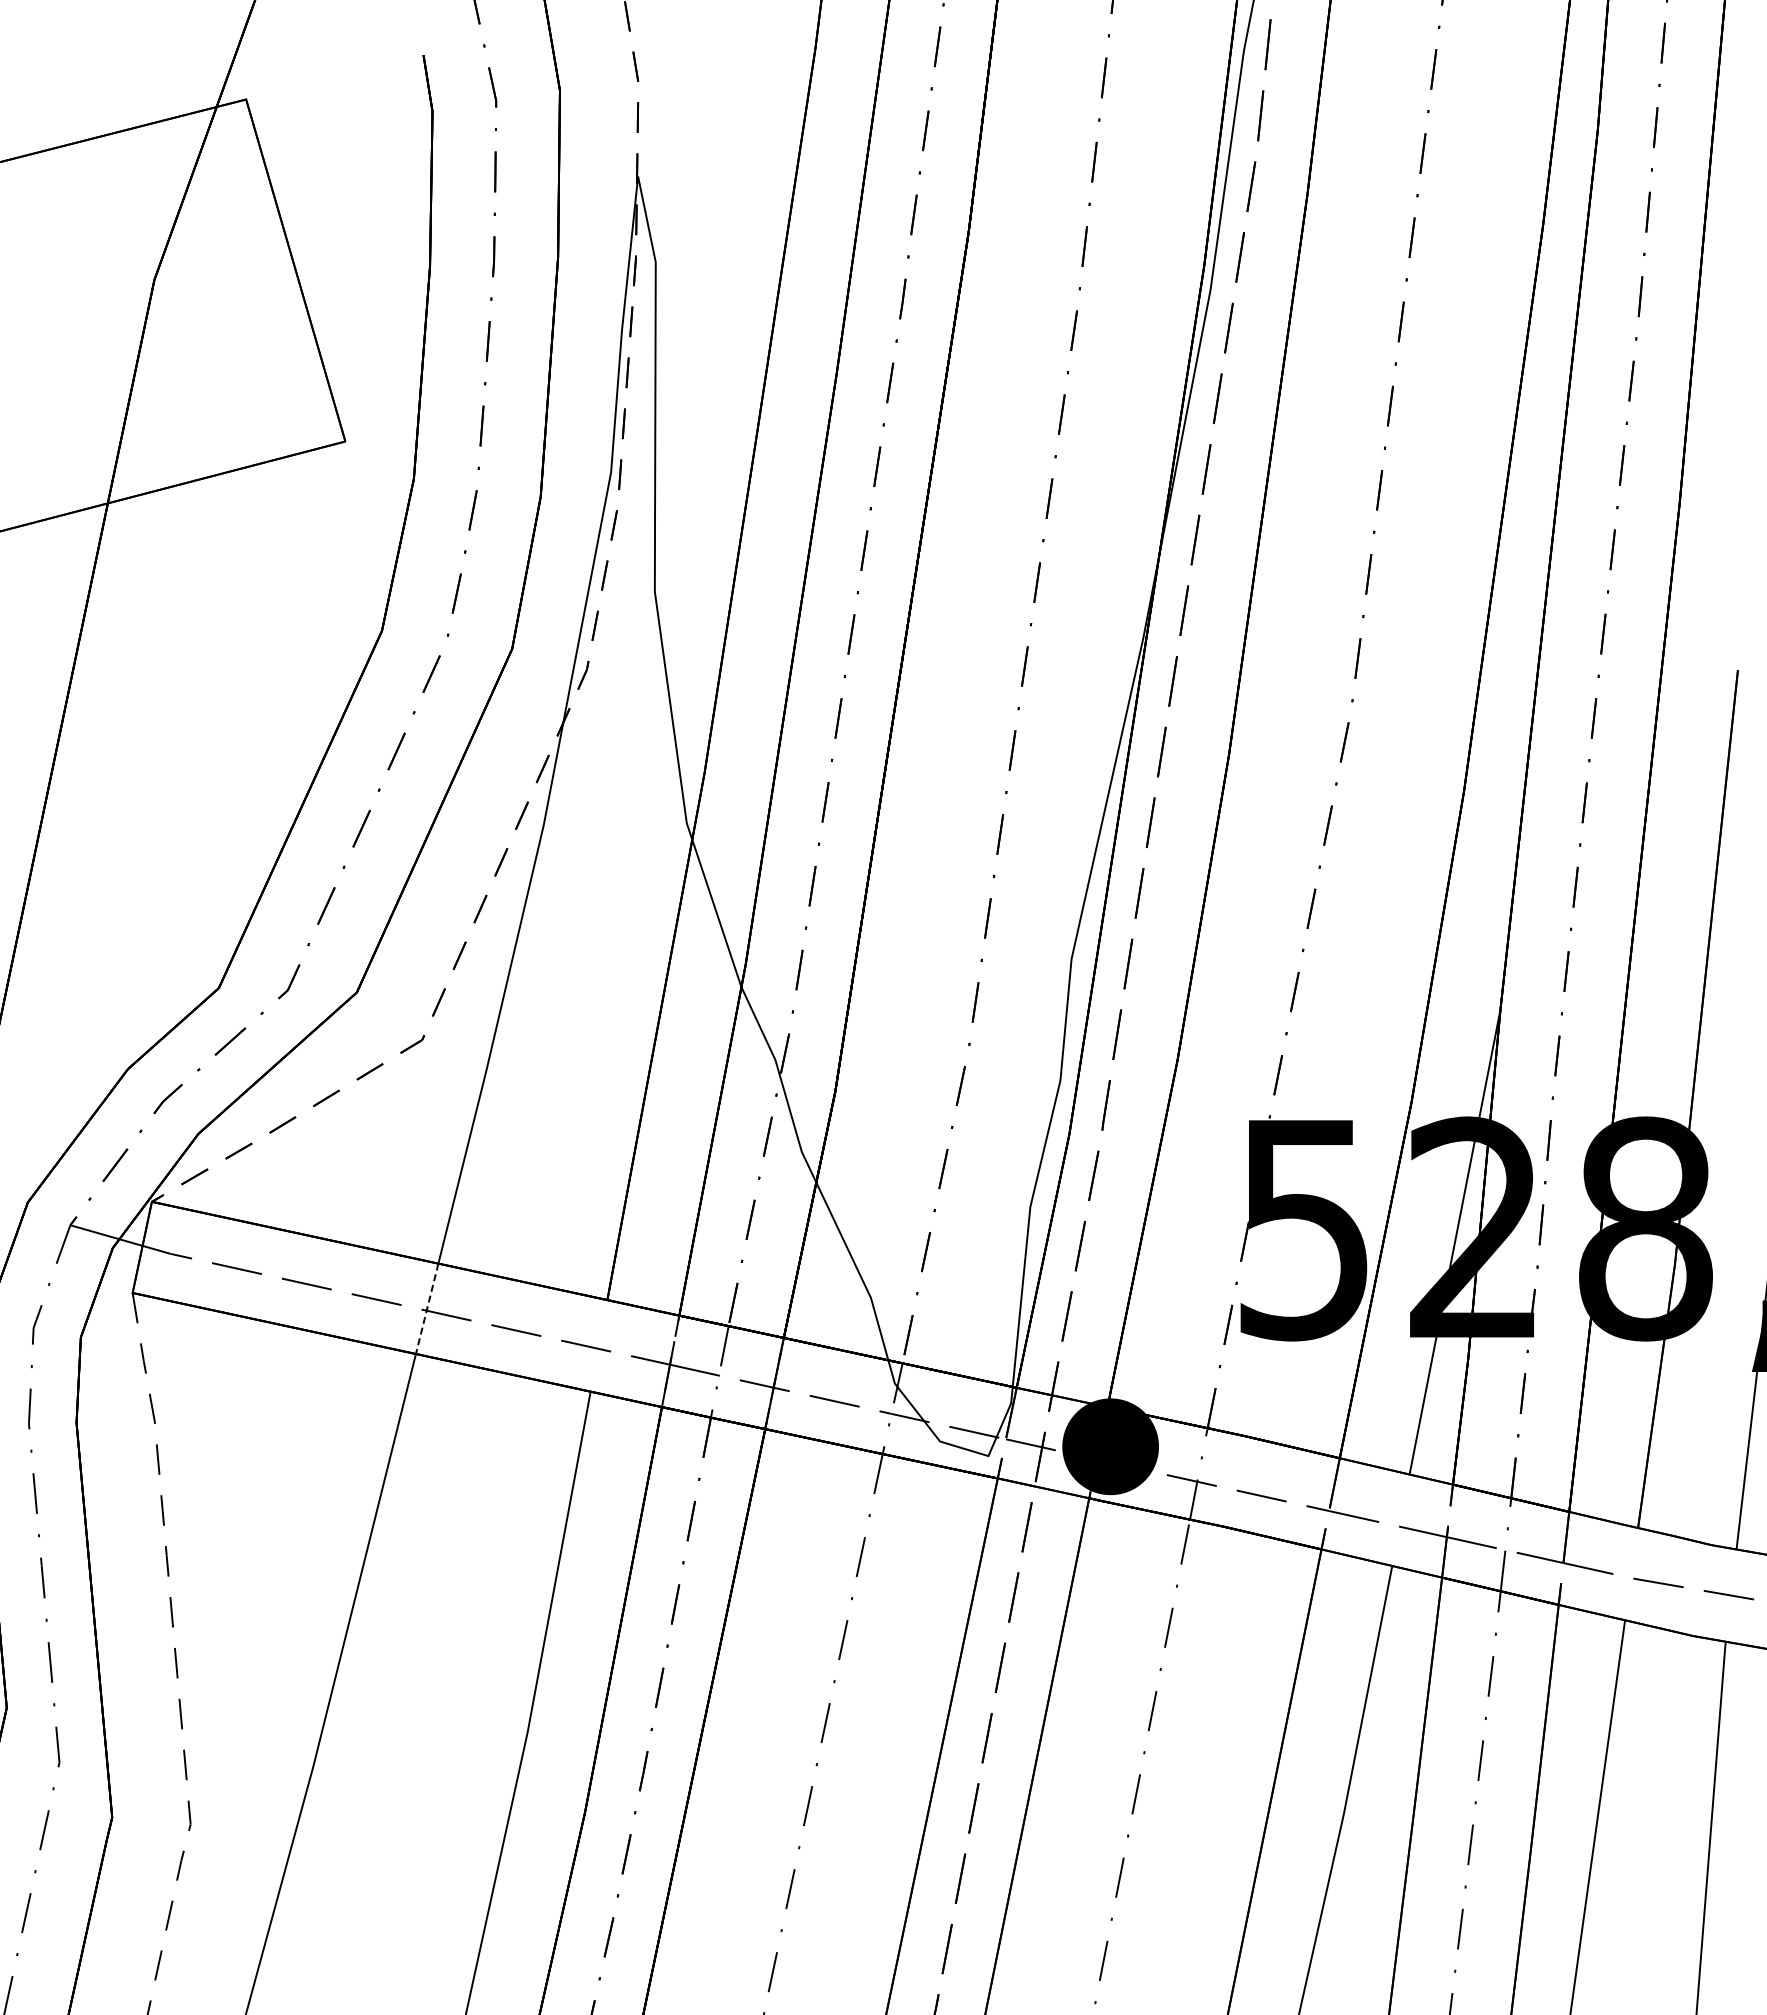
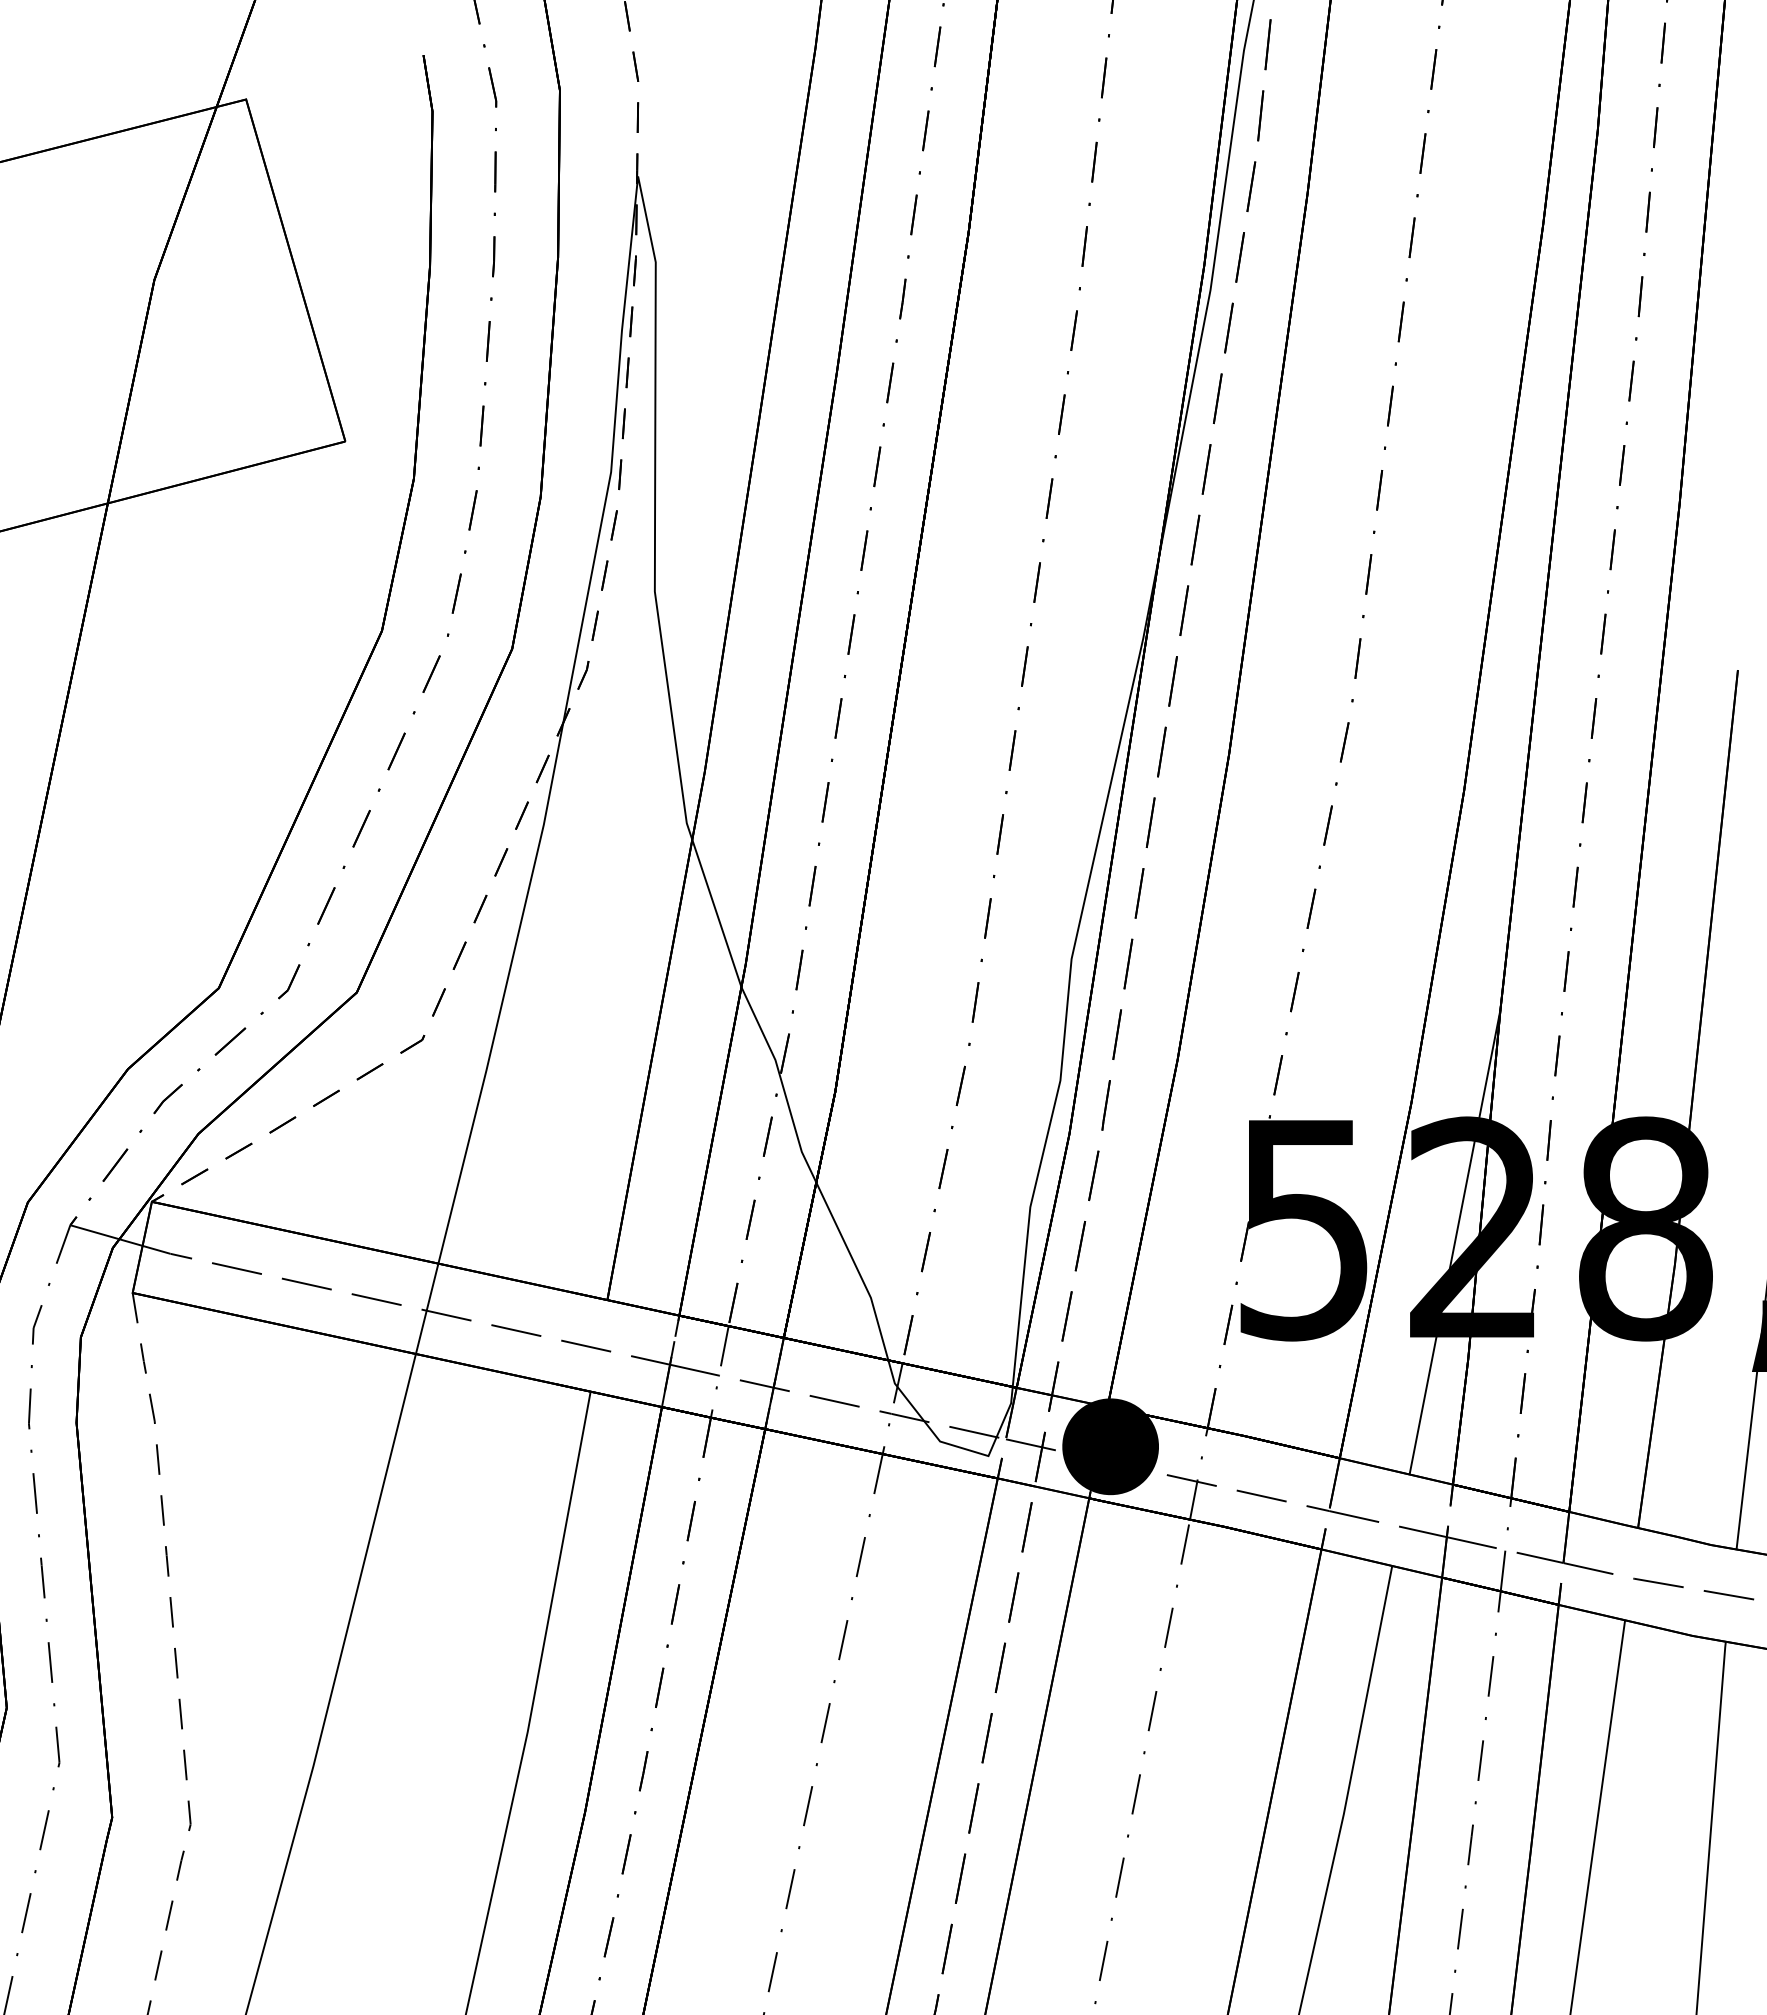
line at (427, 1308): dashed -> solid
